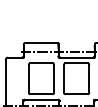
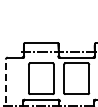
line at (5, 83): solid -> dashed
